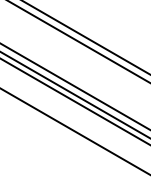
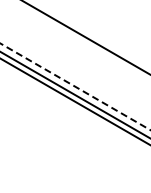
line at (78, 41): present -> none
line at (75, 86): solid -> dashed
line at (74, 131): present -> none
